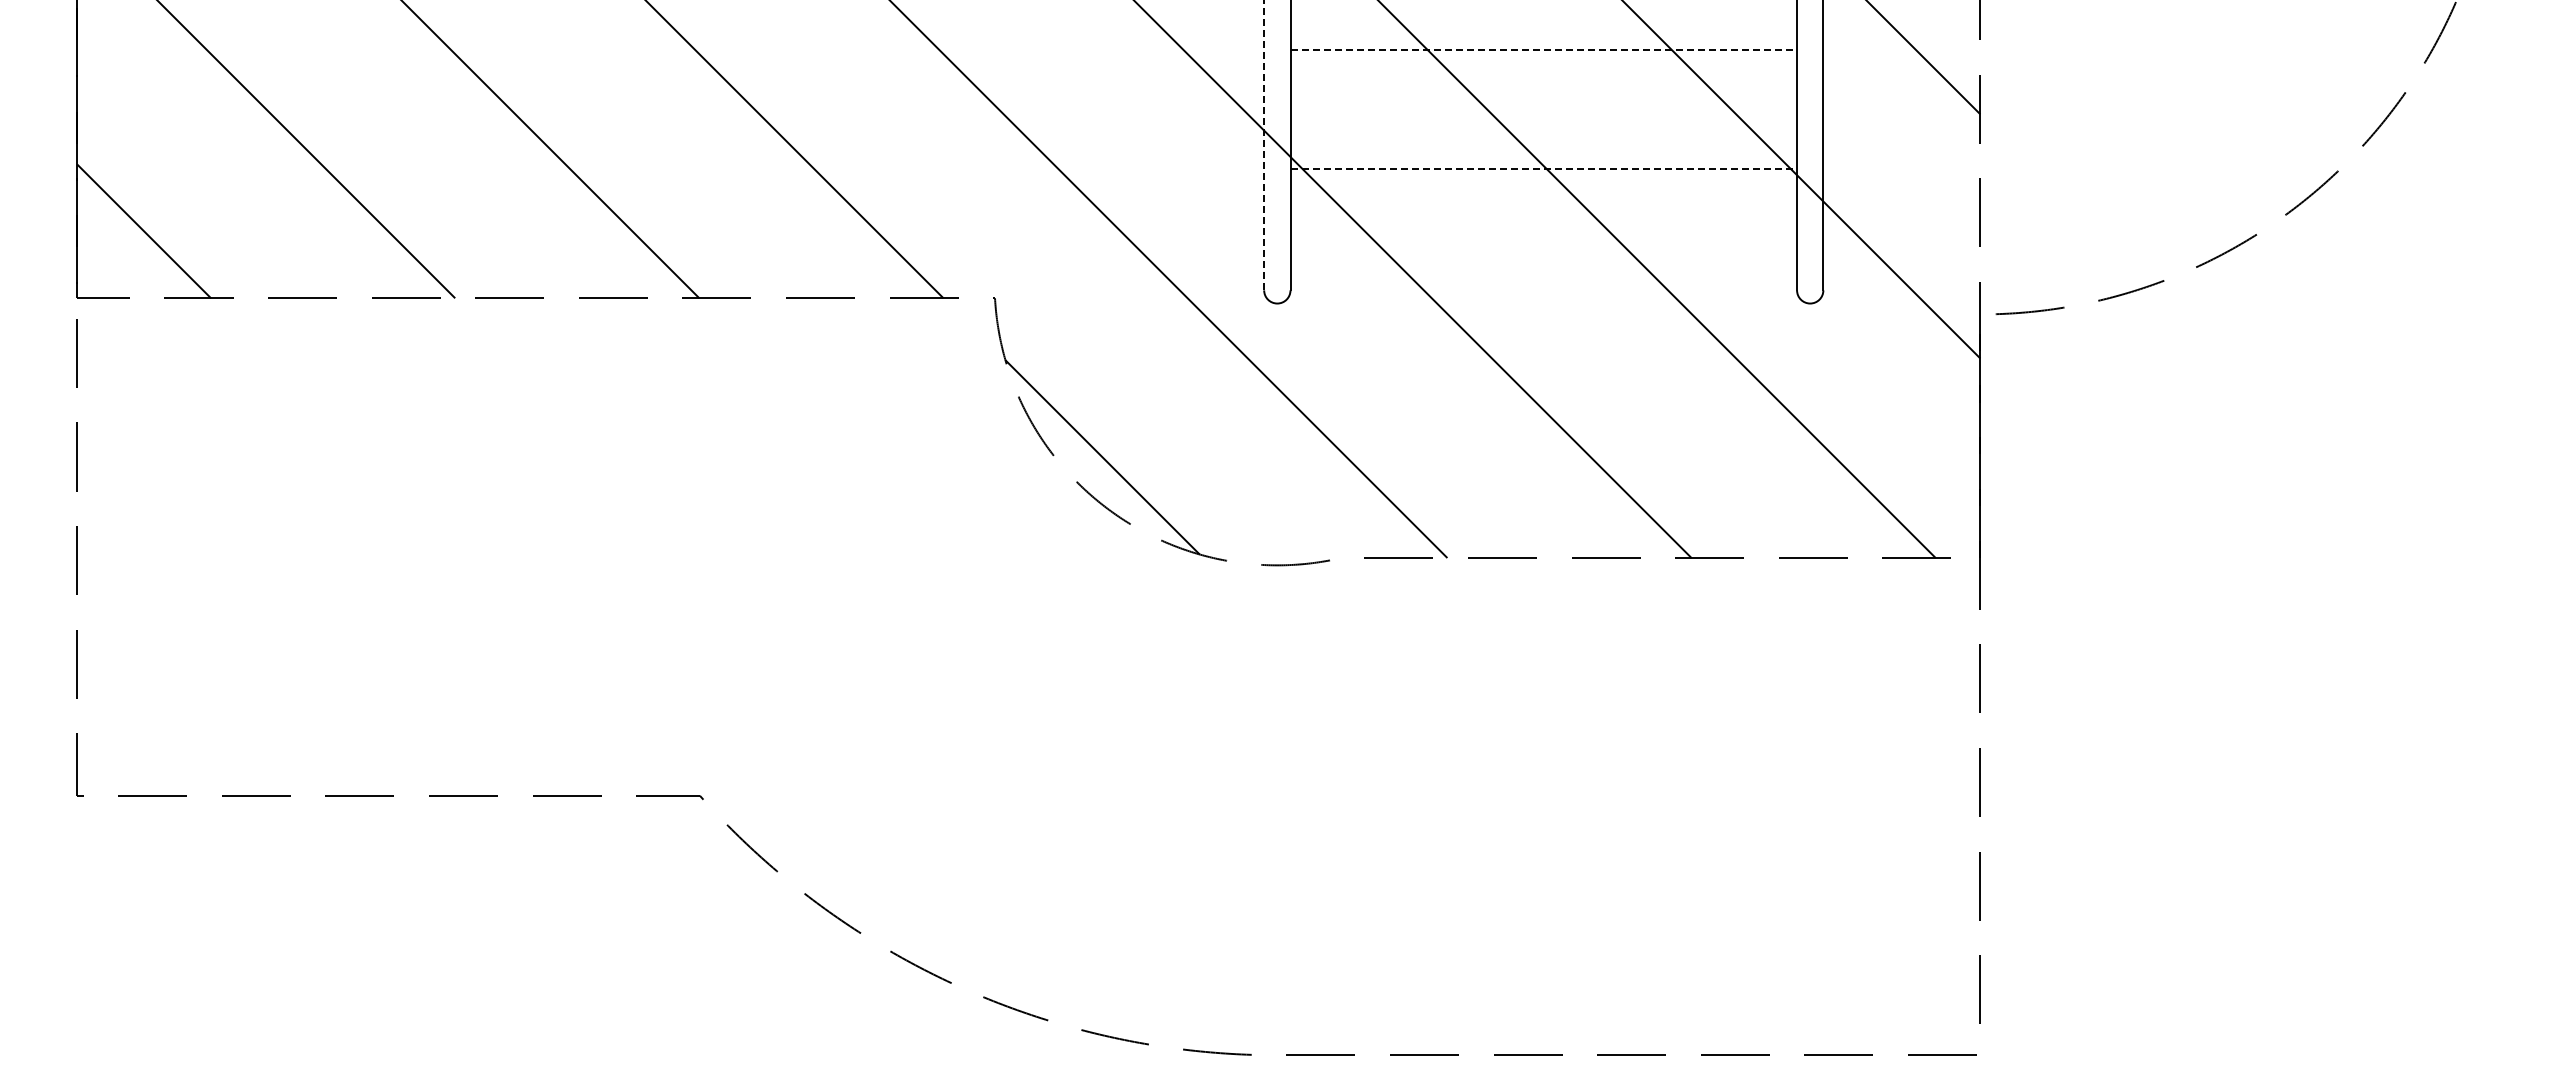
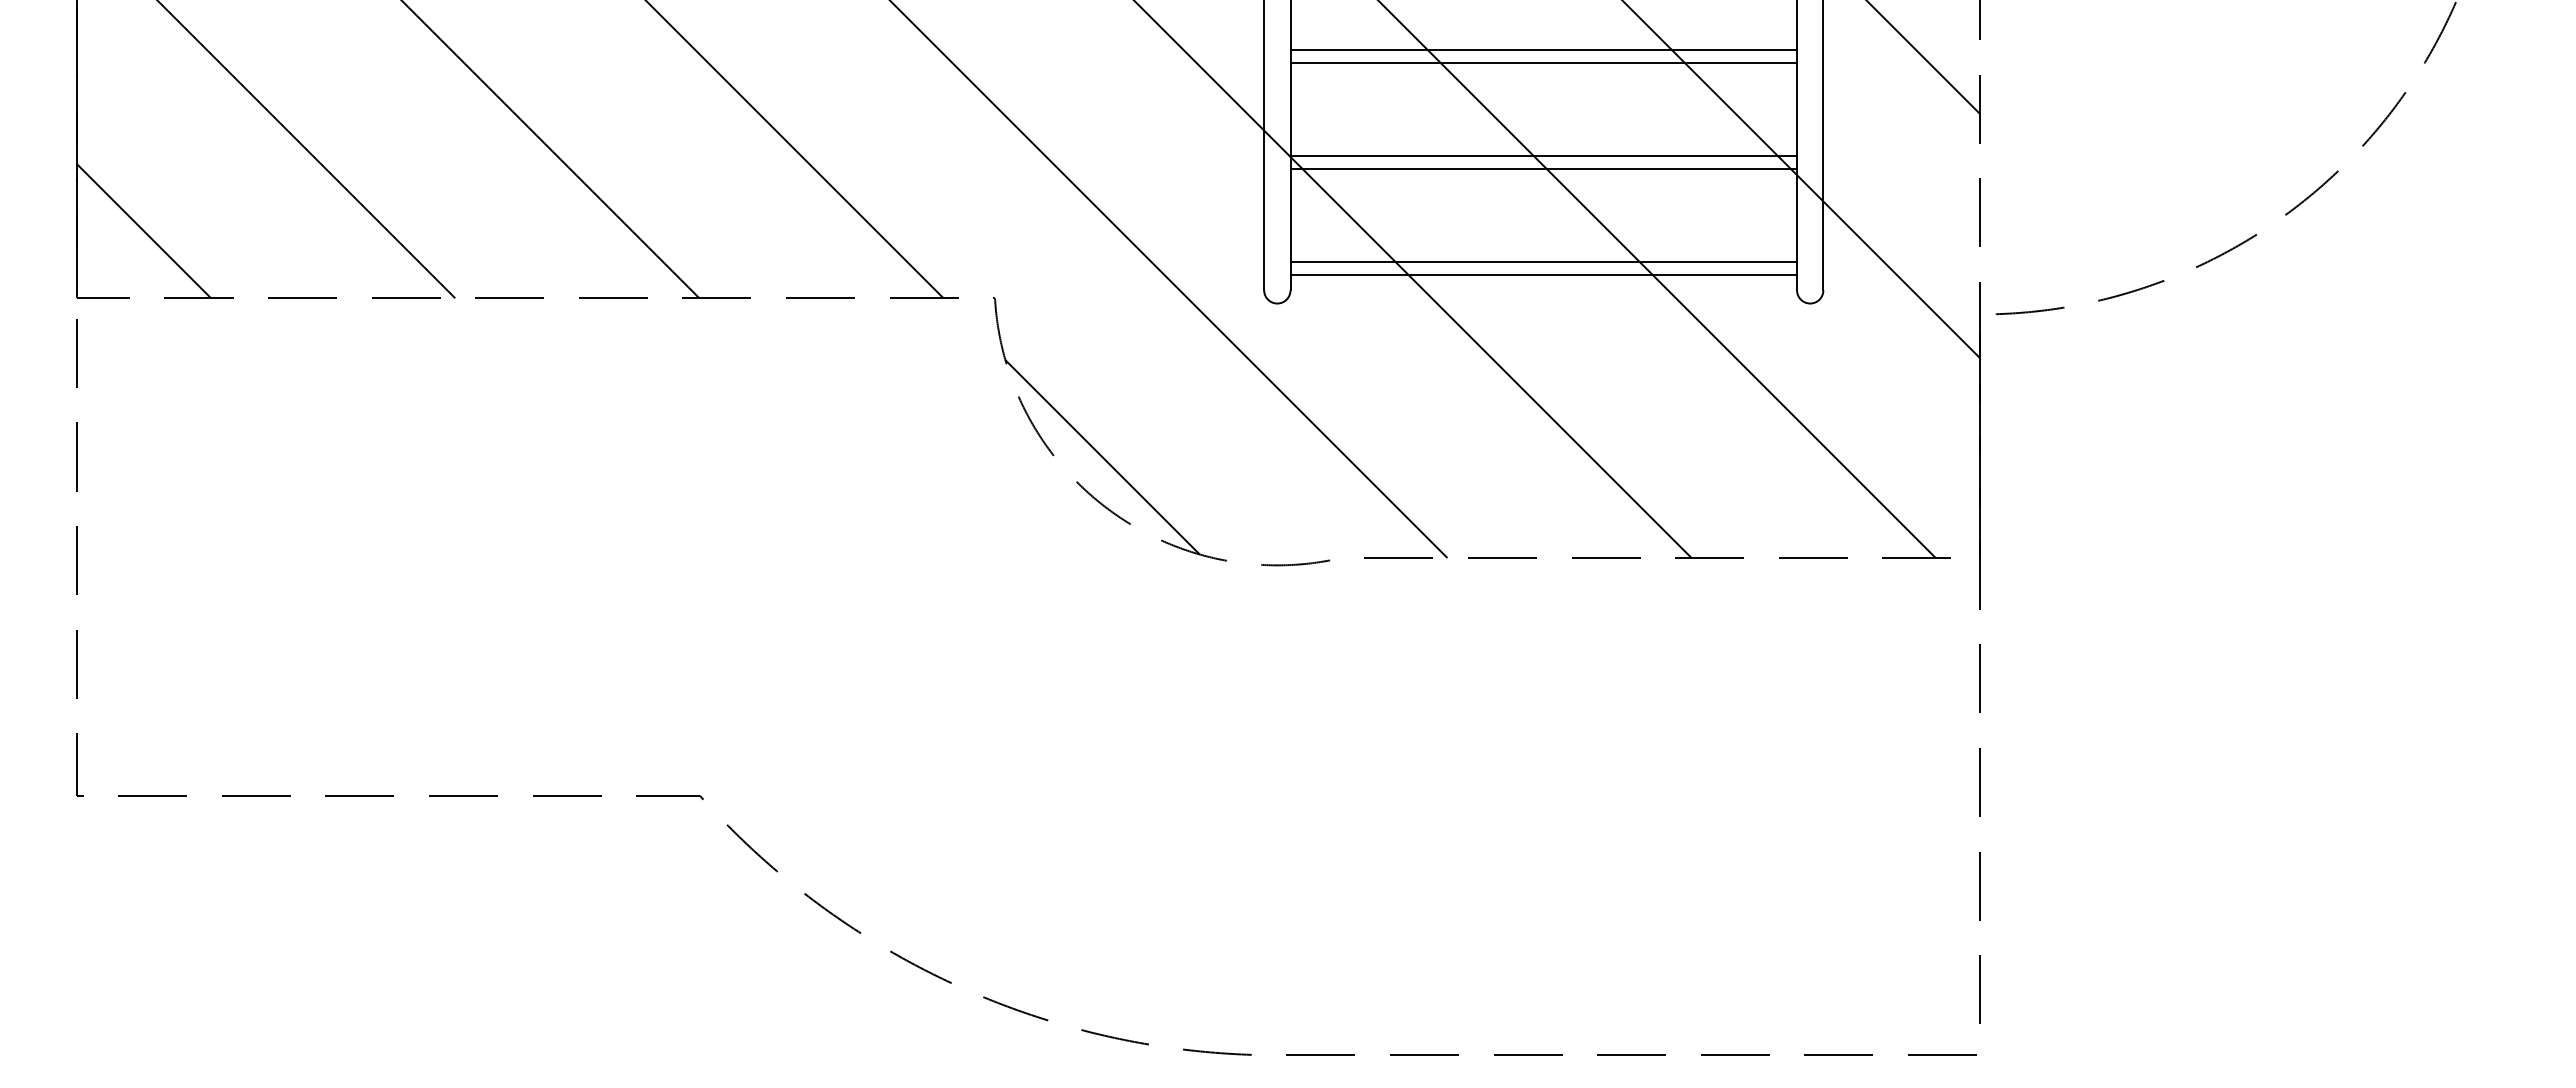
line at (1544, 49): dashed -> solid
line at (1543, 63): none -> present
line at (1264, 145): dashed -> solid
line at (1543, 155): none -> present
line at (1544, 169): dashed -> solid
line at (1543, 261): none -> present
line at (1543, 275): none -> present
